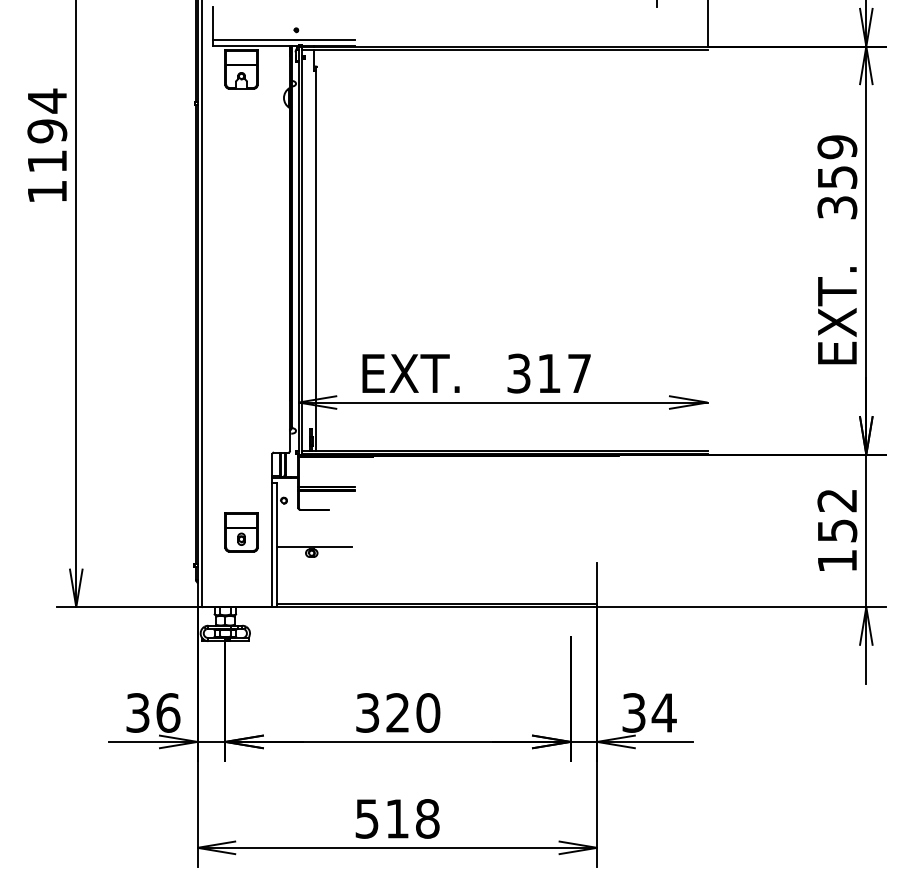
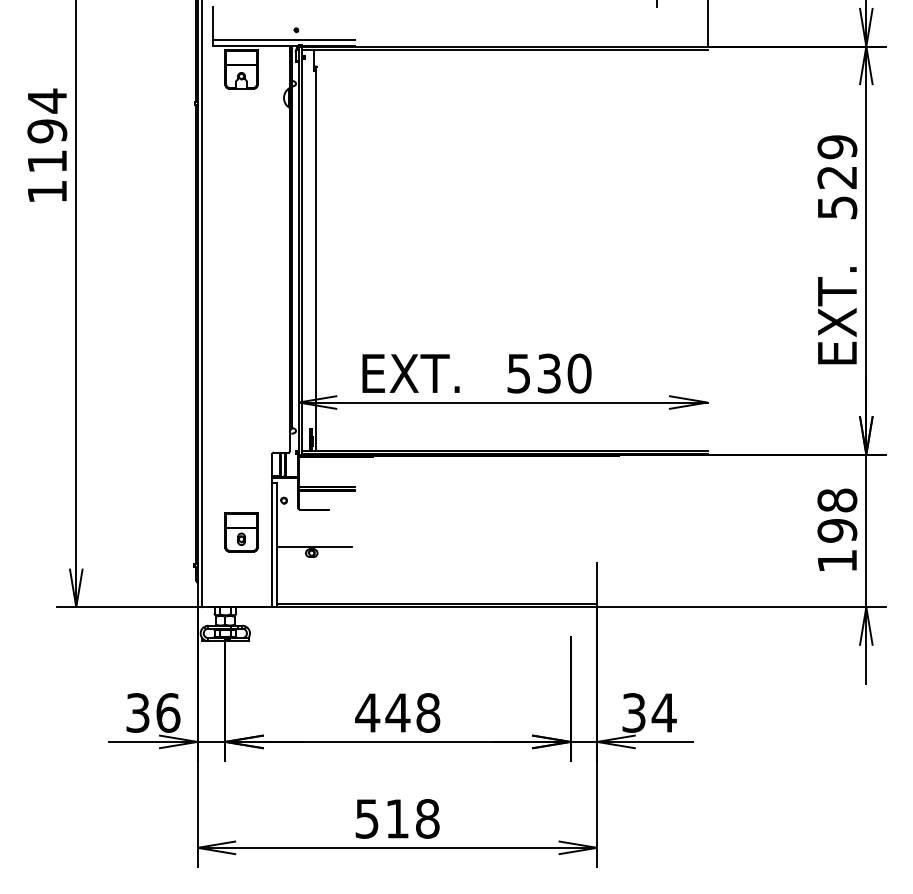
text at (837, 192): 359 -> 529
text at (549, 373): 317 -> 530
text at (837, 515): 152 -> 198
text at (397, 712): 320 -> 448
